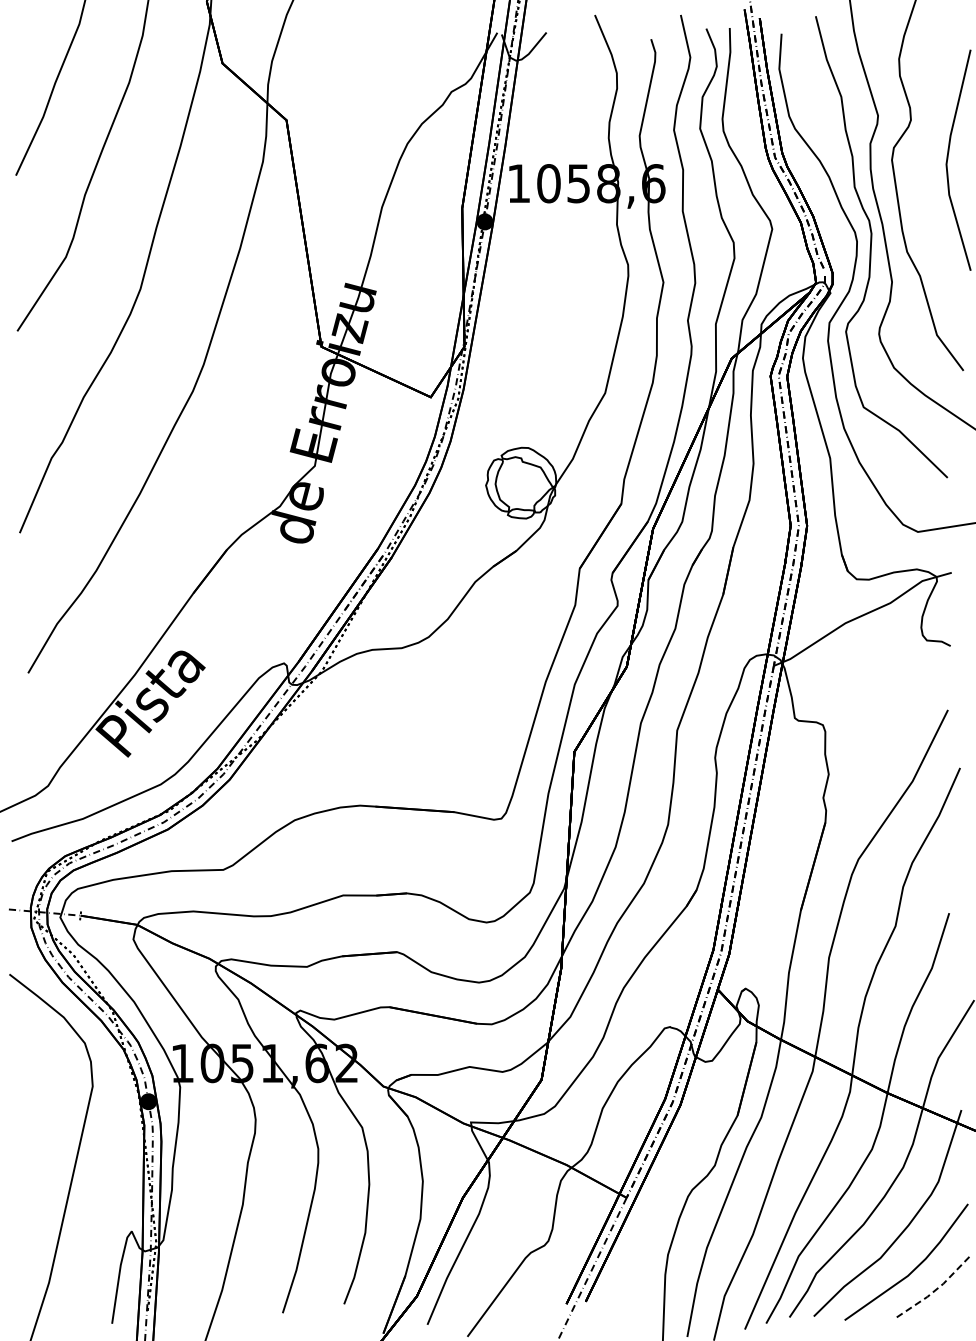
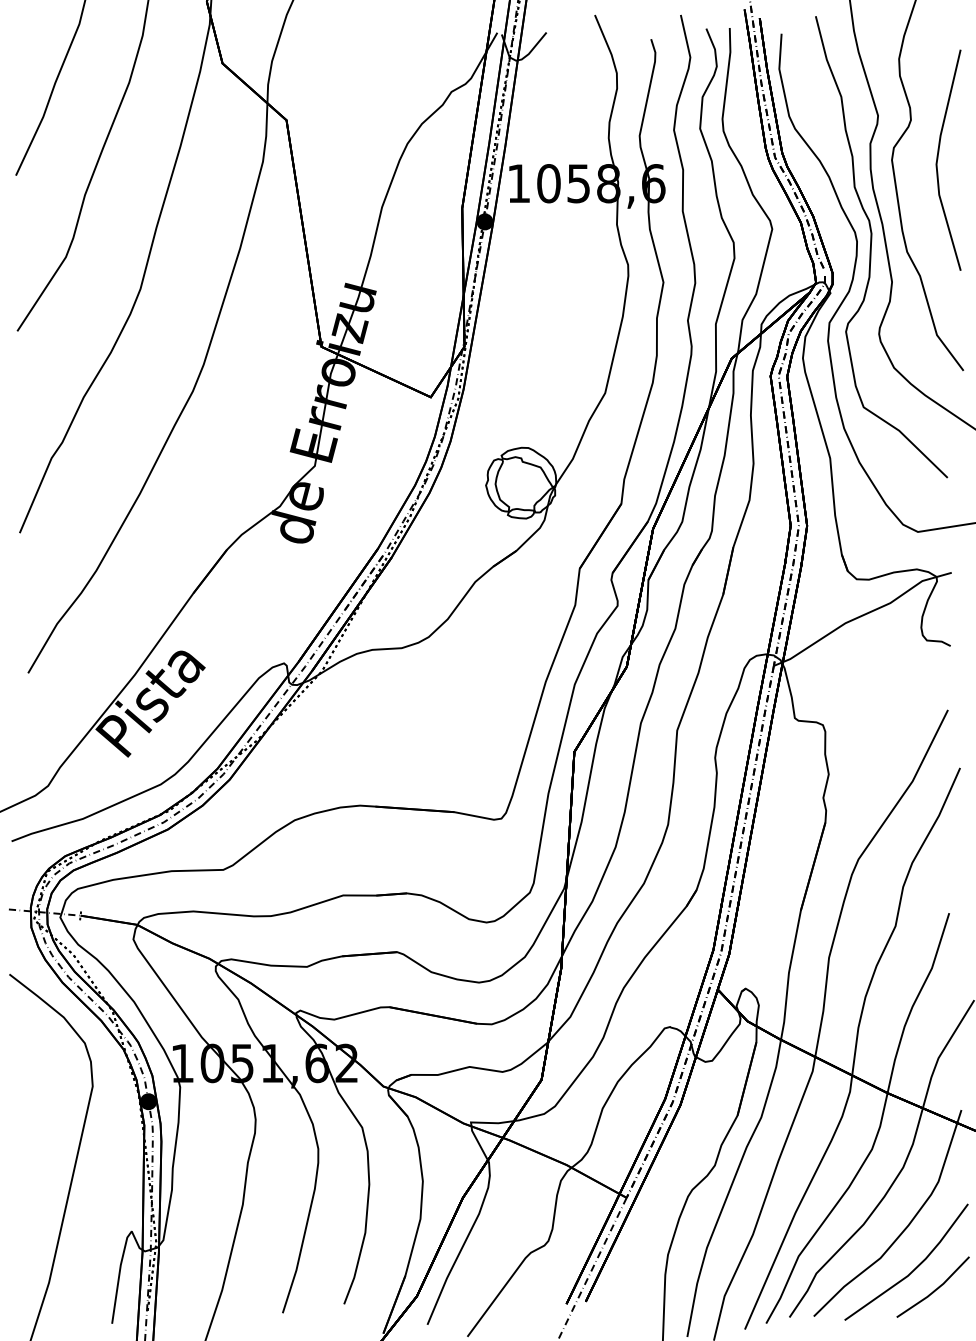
line at (948, 159) position: (948, 159) -> (938, 159)
line at (935, 1290): dashed -> solid
